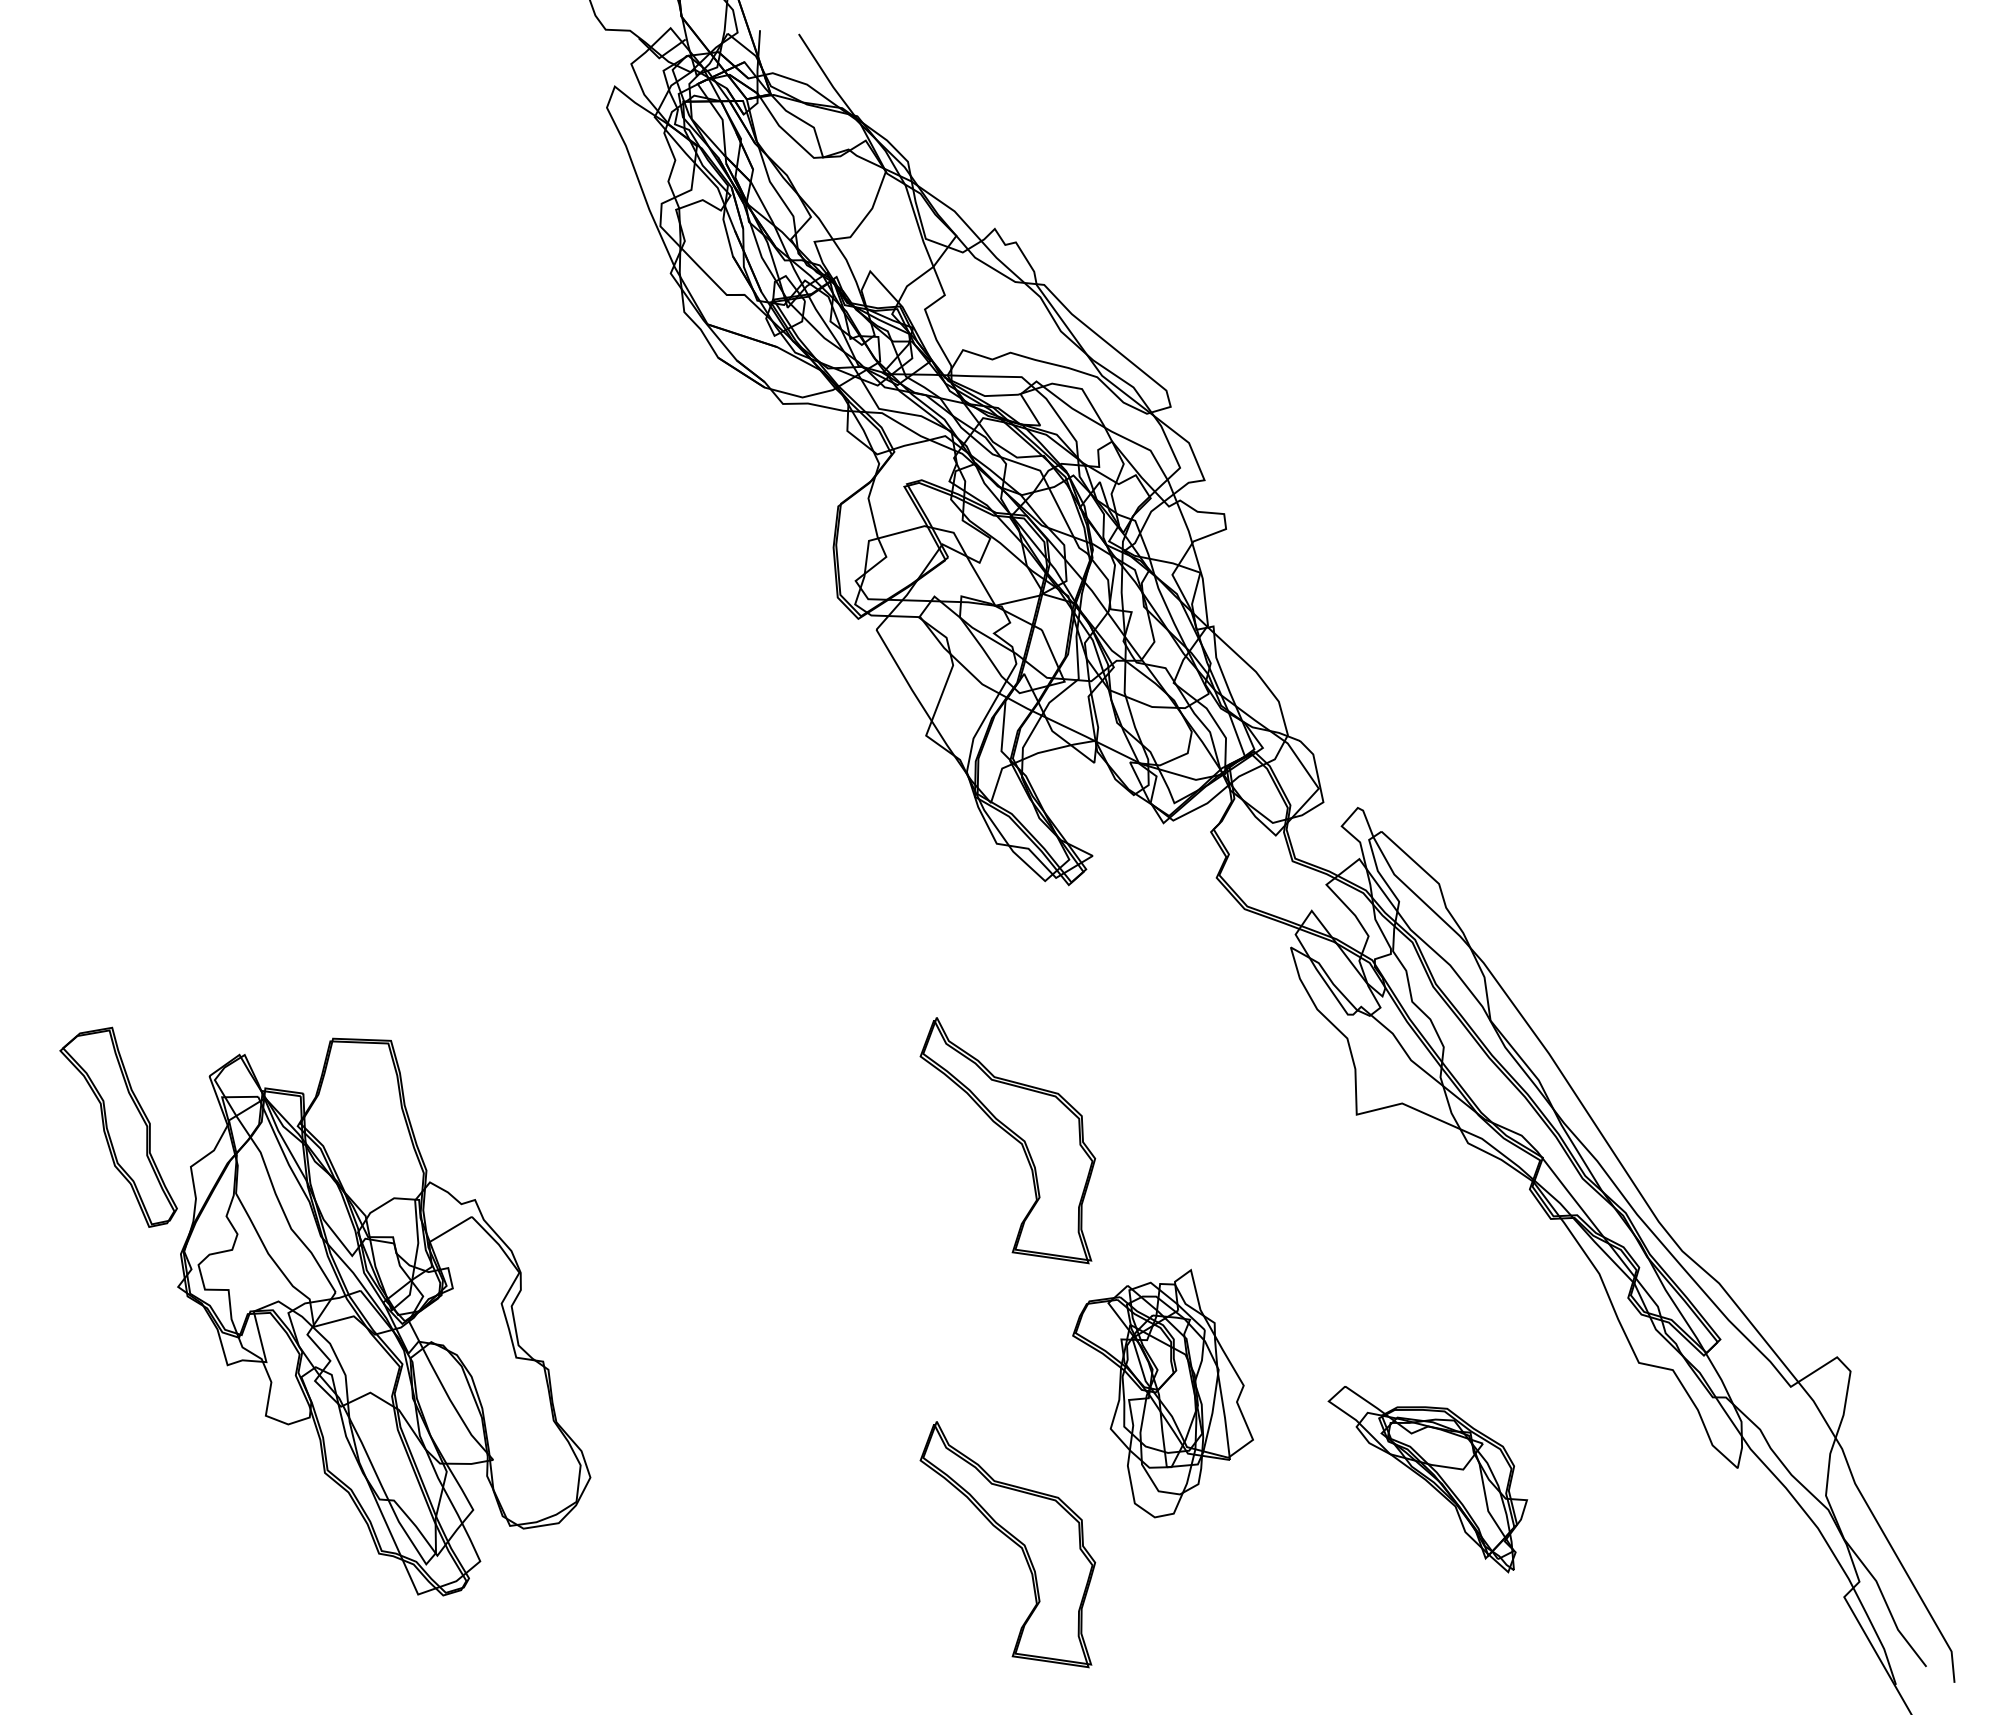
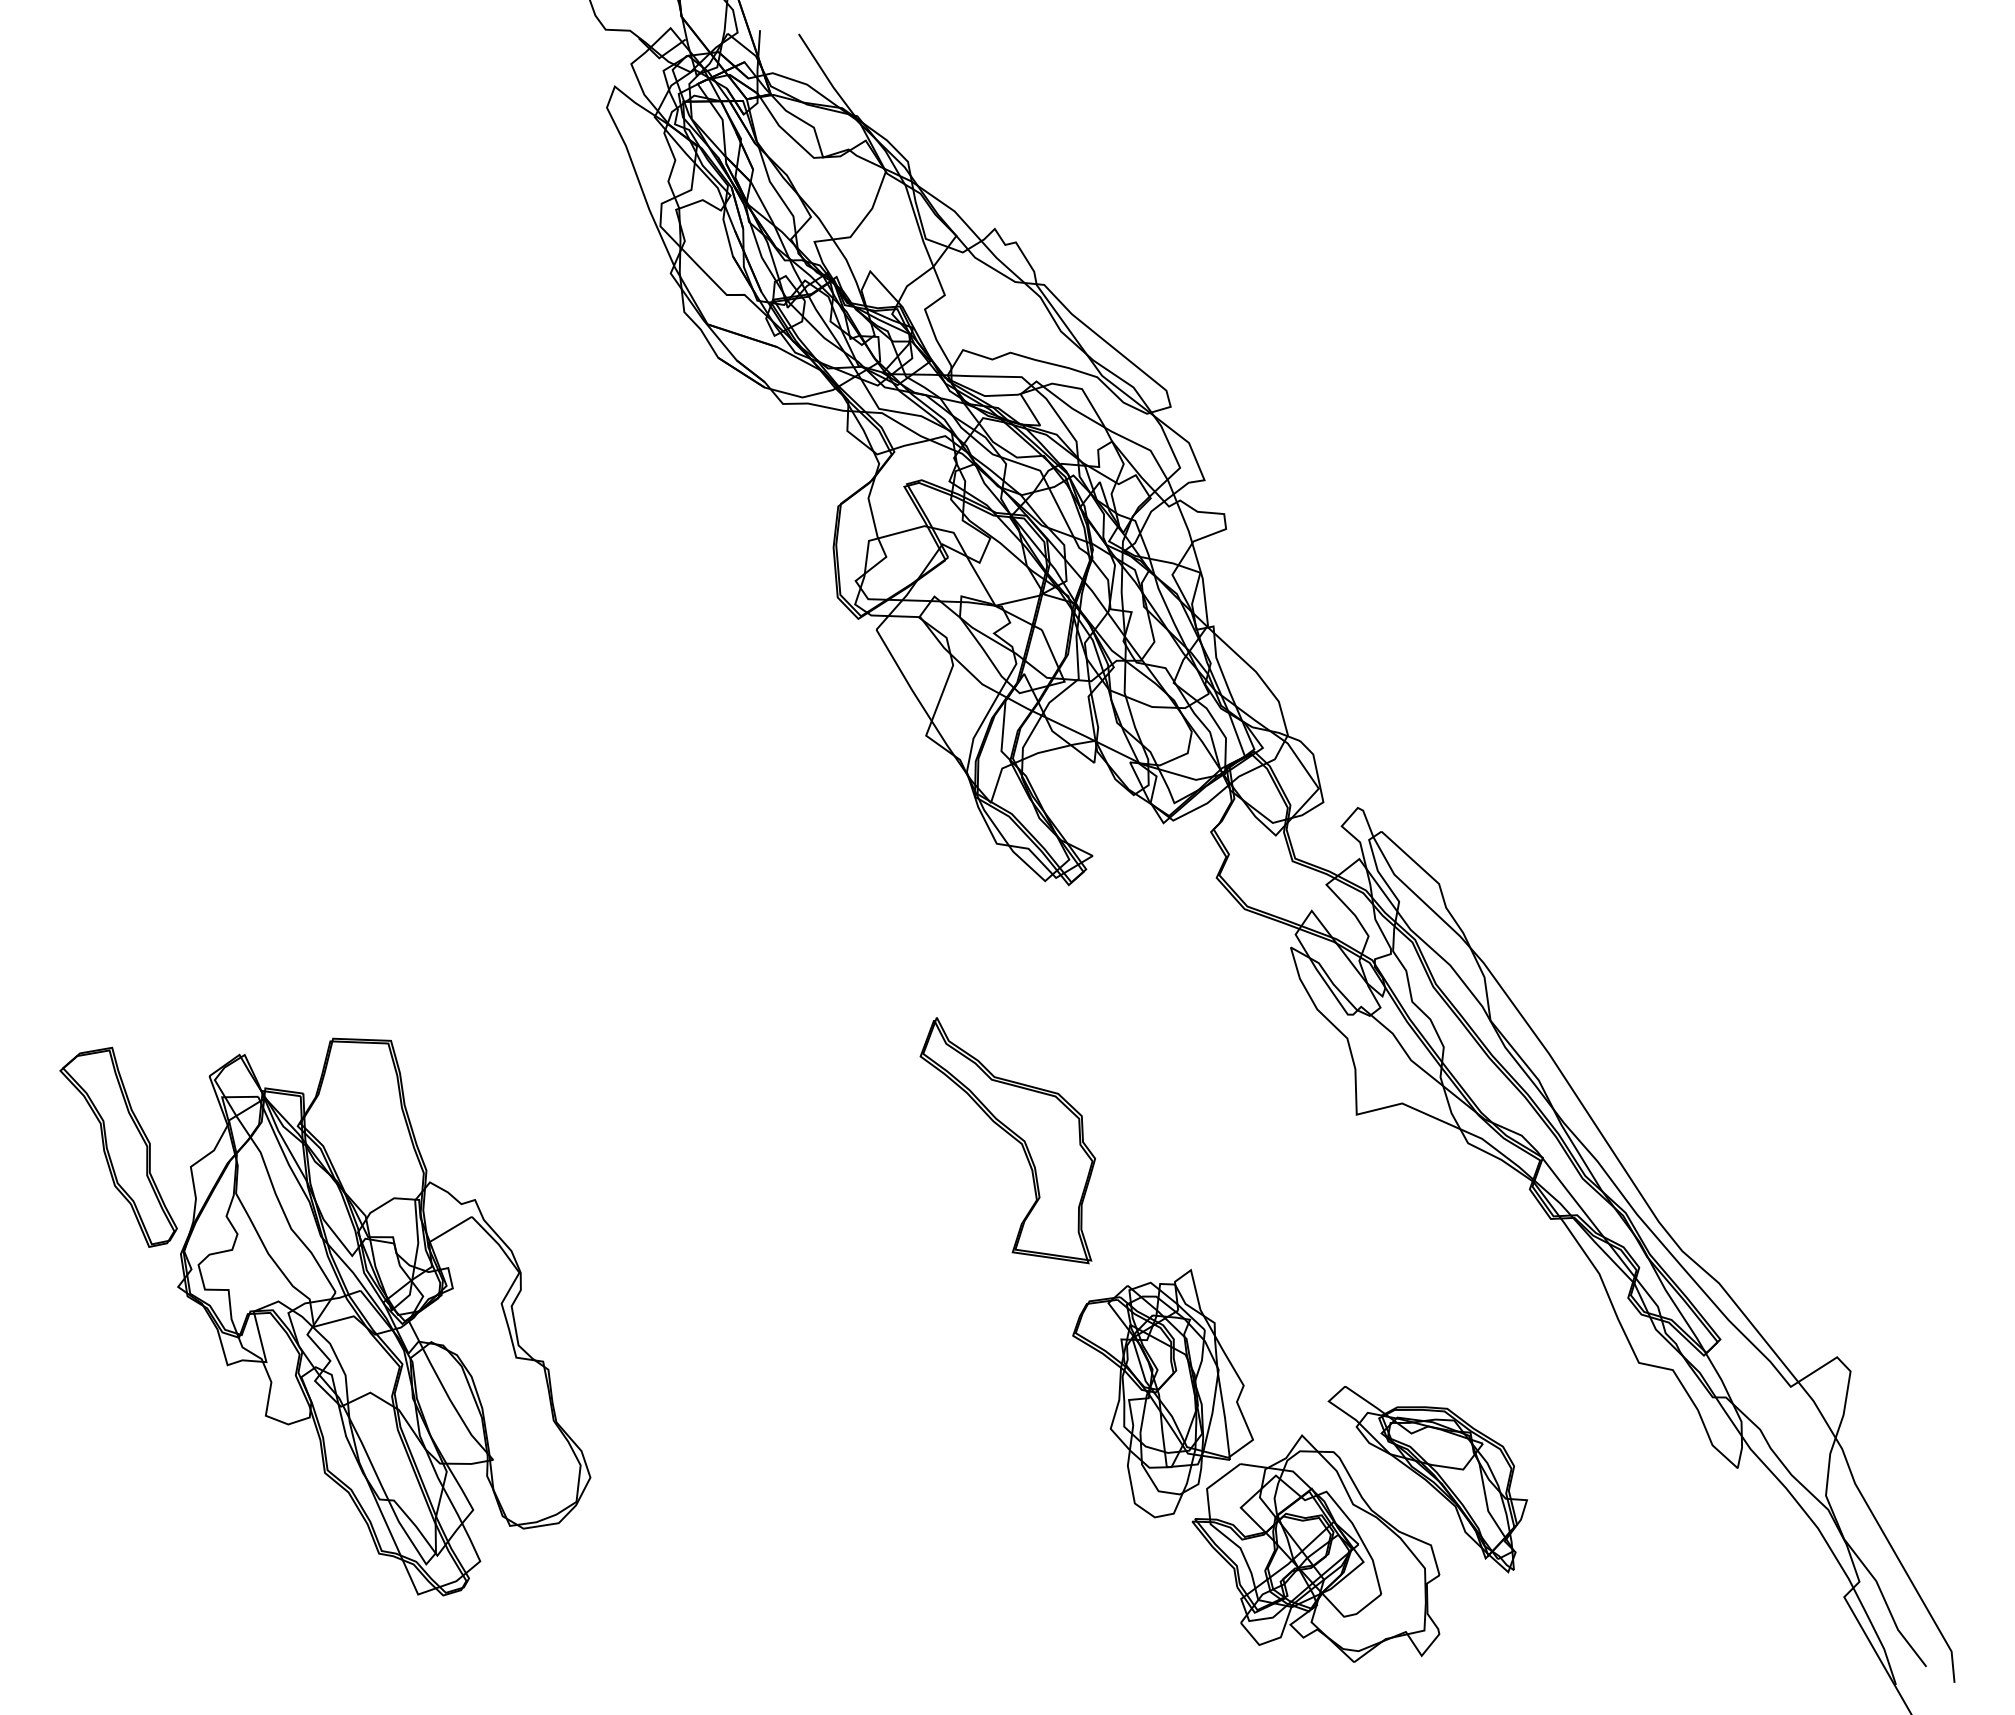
part at (118, 1126) position: (118, 1126) -> (118, 1146)
part at (1007, 1544): present -> none
part at (1315, 1548): none -> present
